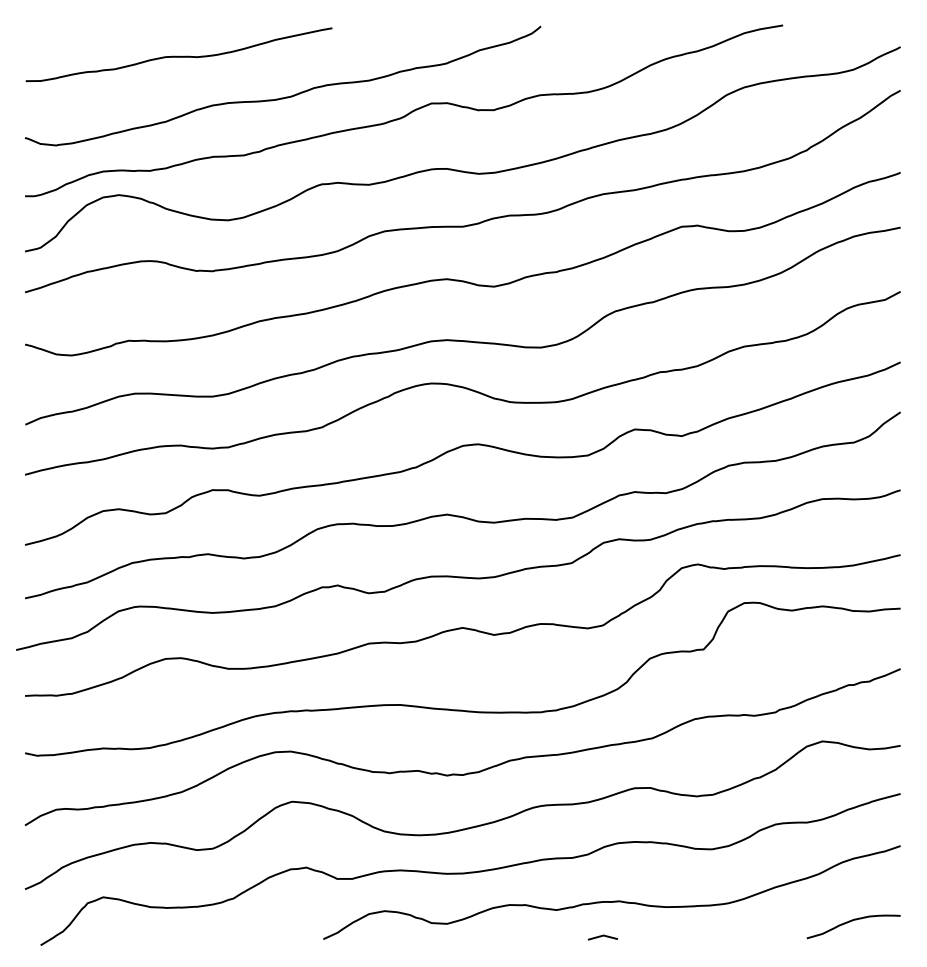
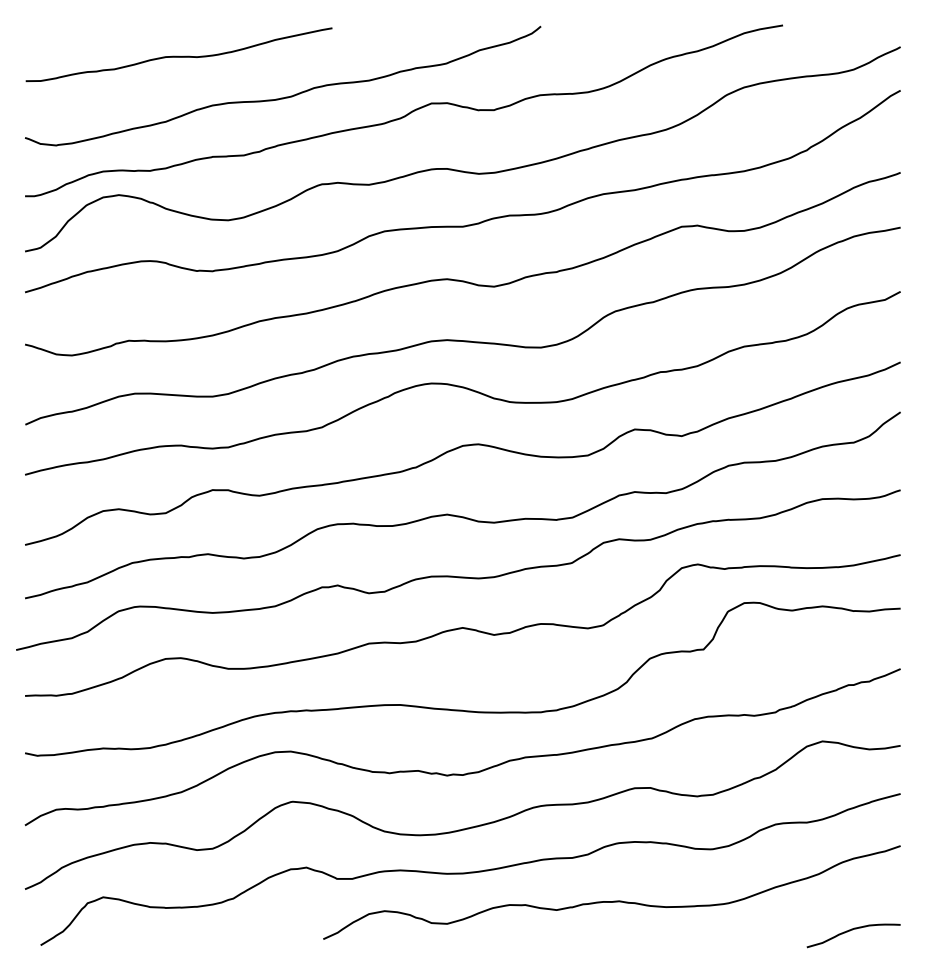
curve at (850, 922) position: (850, 922) -> (850, 931)
line at (602, 936): present -> none
